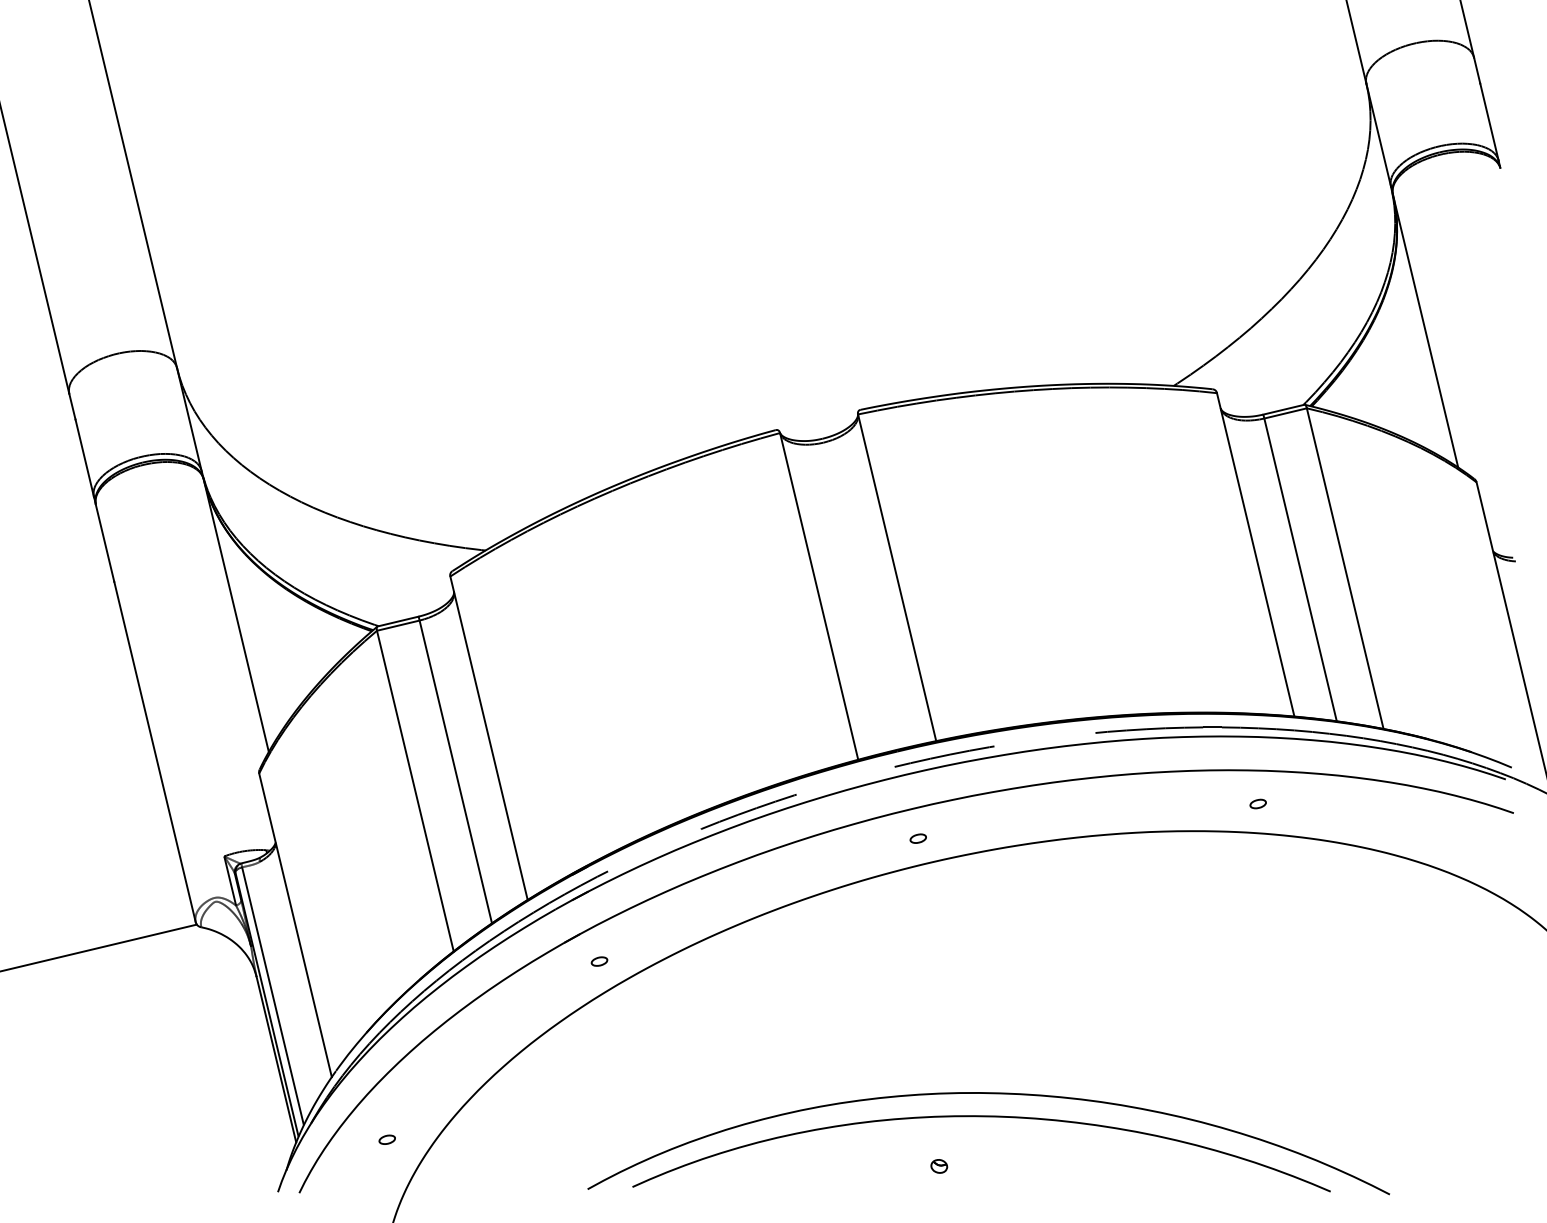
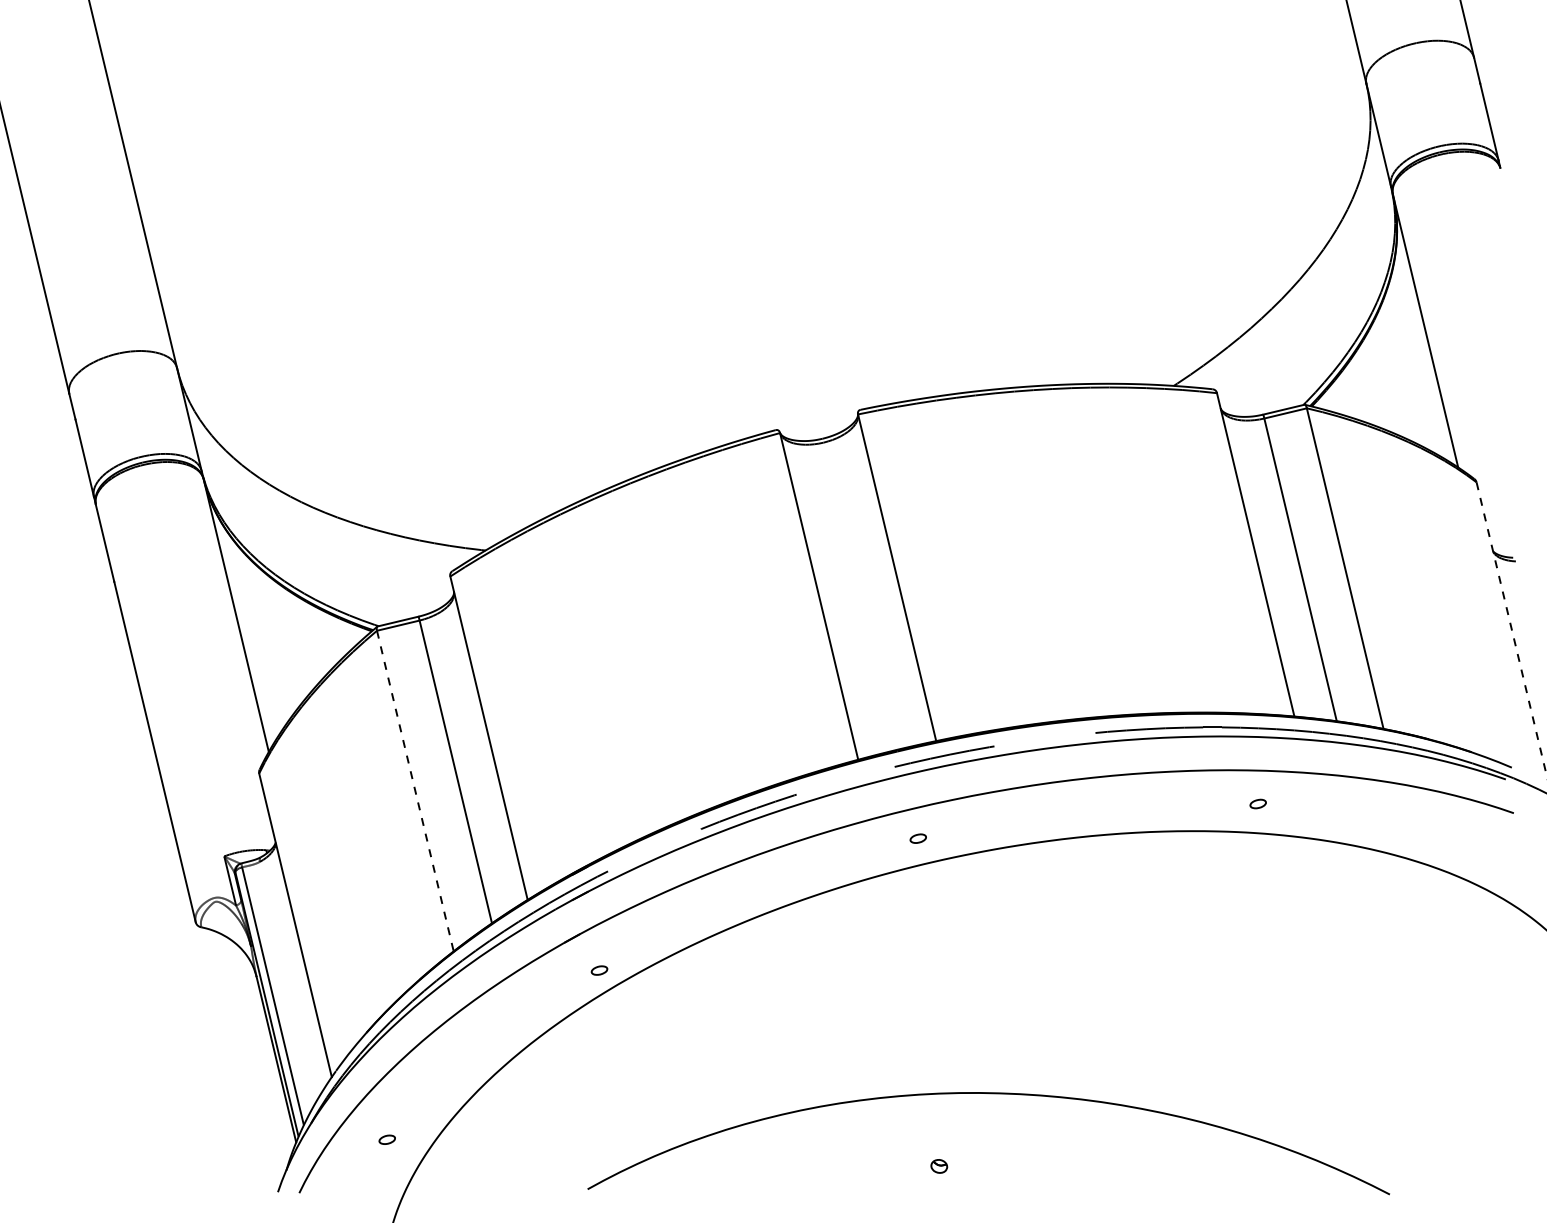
line at (1511, 629): solid -> dashed
line at (415, 791): solid -> dashed
line at (99, 947): present -> none
part at (599, 961) position: (599, 961) -> (599, 970)
curve at (981, 1117): present -> none
